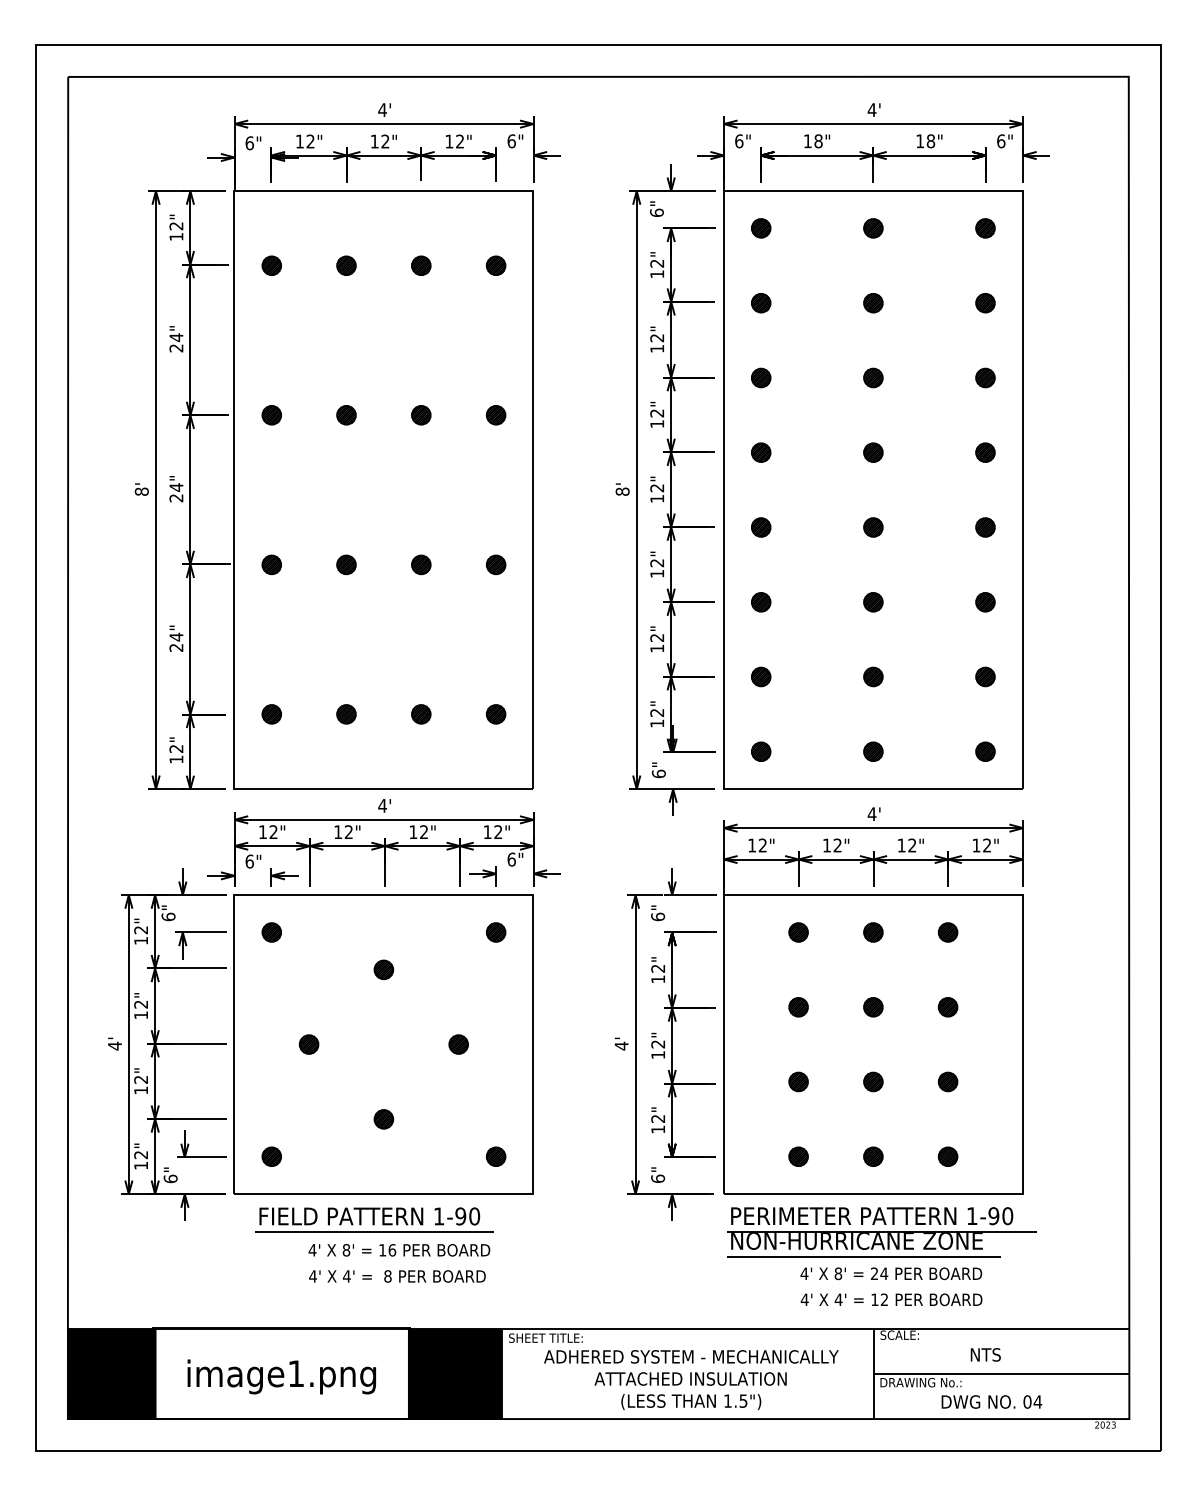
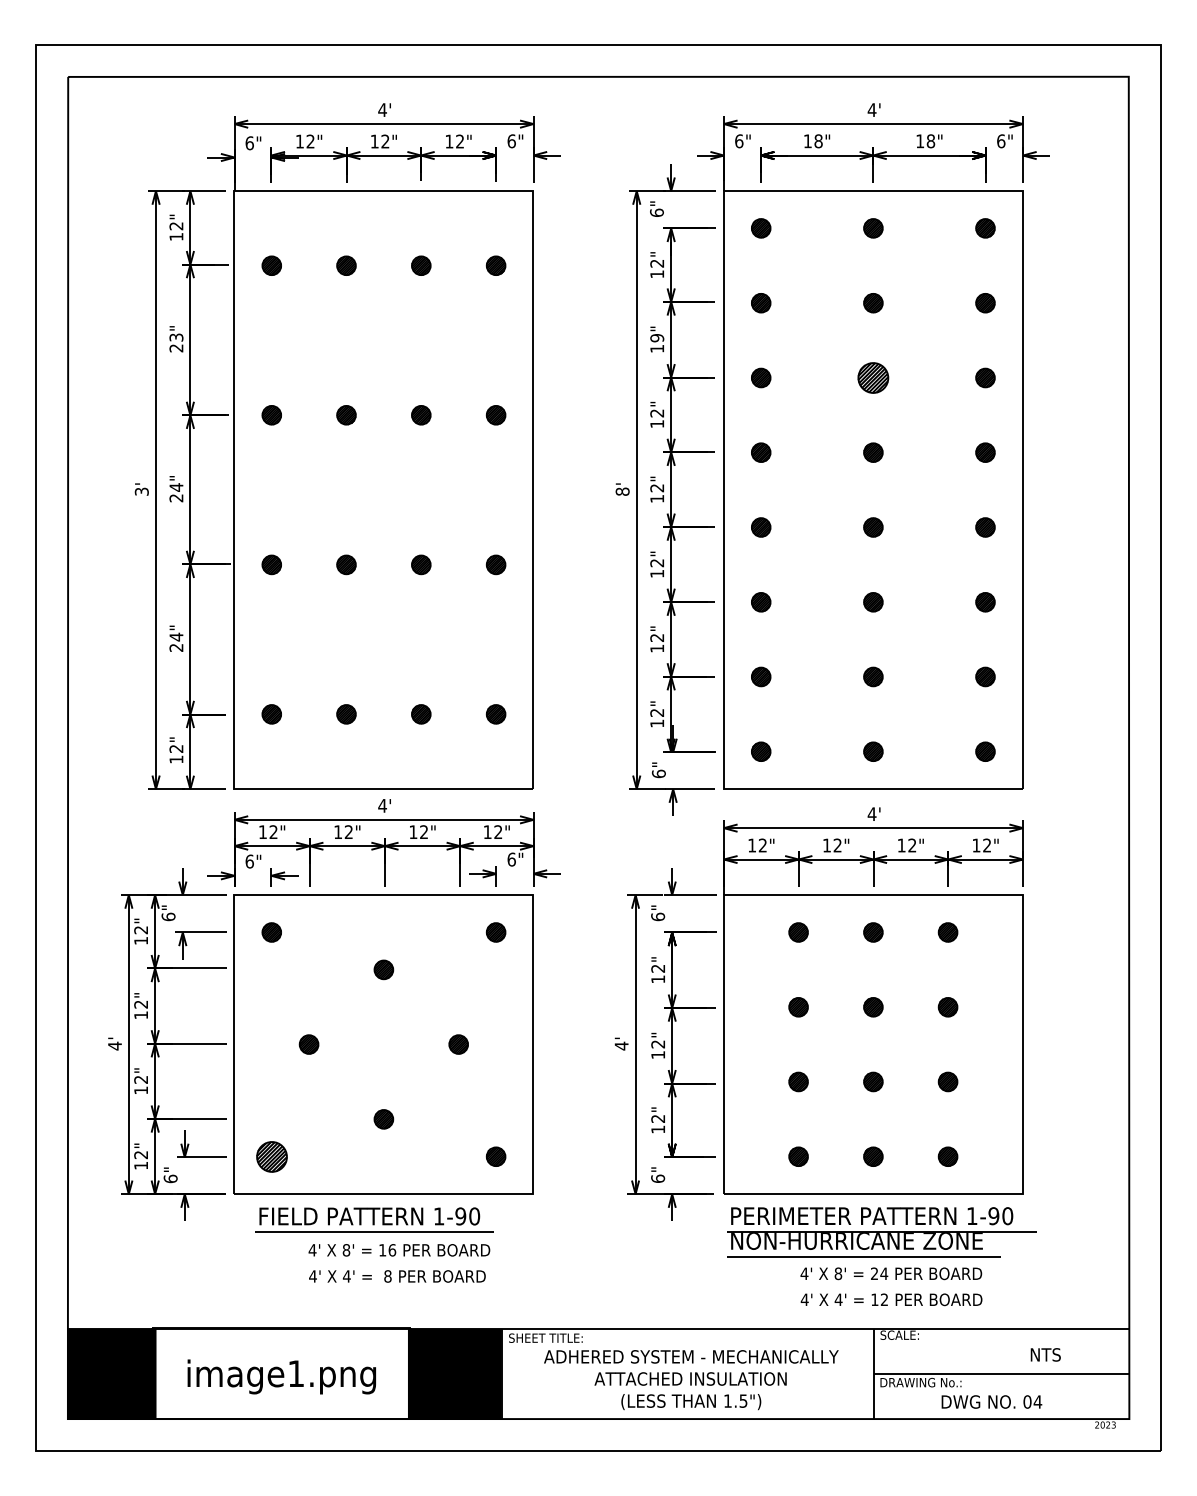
text at (176, 337): 24" -> 23"
text at (657, 338): 12" -> 19"
part at (873, 377) size: 21x22 px -> 33x32 px
text at (141, 491): 8' -> 3'
part at (271, 1156) size: 21x21 px -> 32x32 px
text at (985, 1354) position: (985, 1354) -> (1045, 1354)
